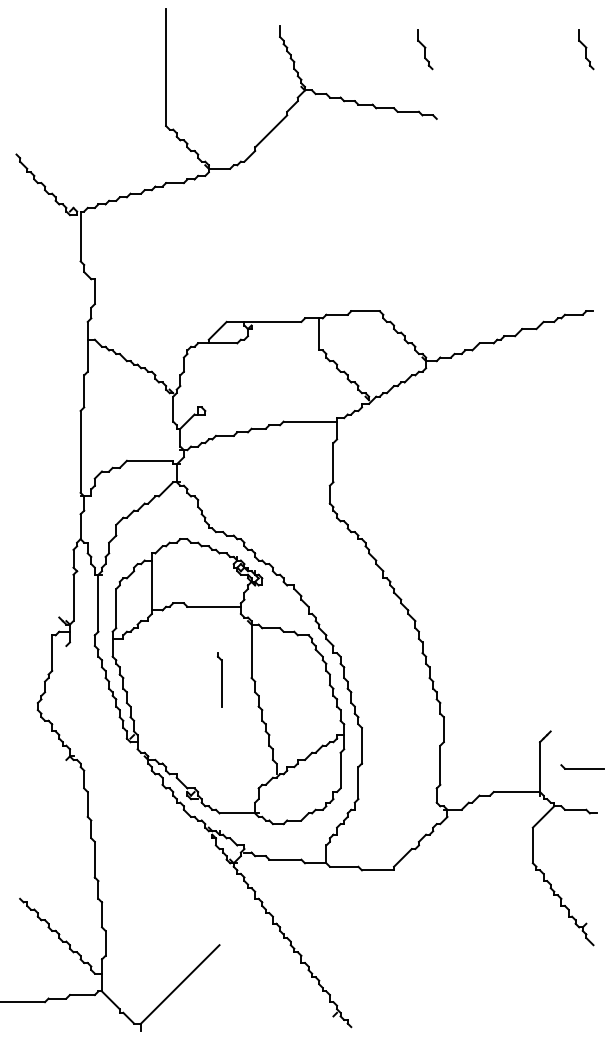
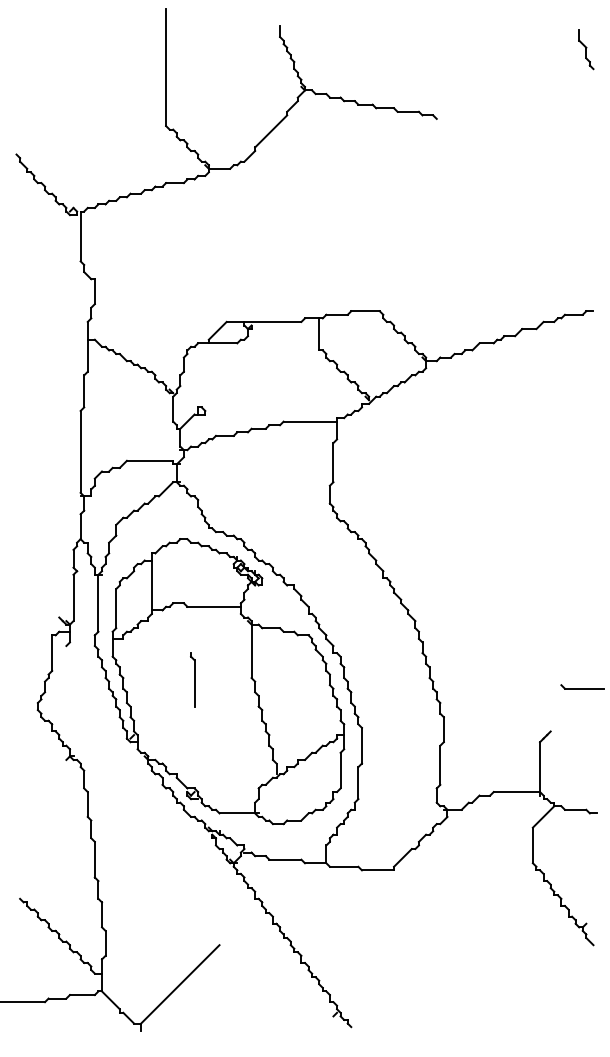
part at (425, 49): present -> none
part at (219, 679) position: (219, 679) -> (192, 679)
part at (582, 766) position: (582, 766) -> (582, 686)
